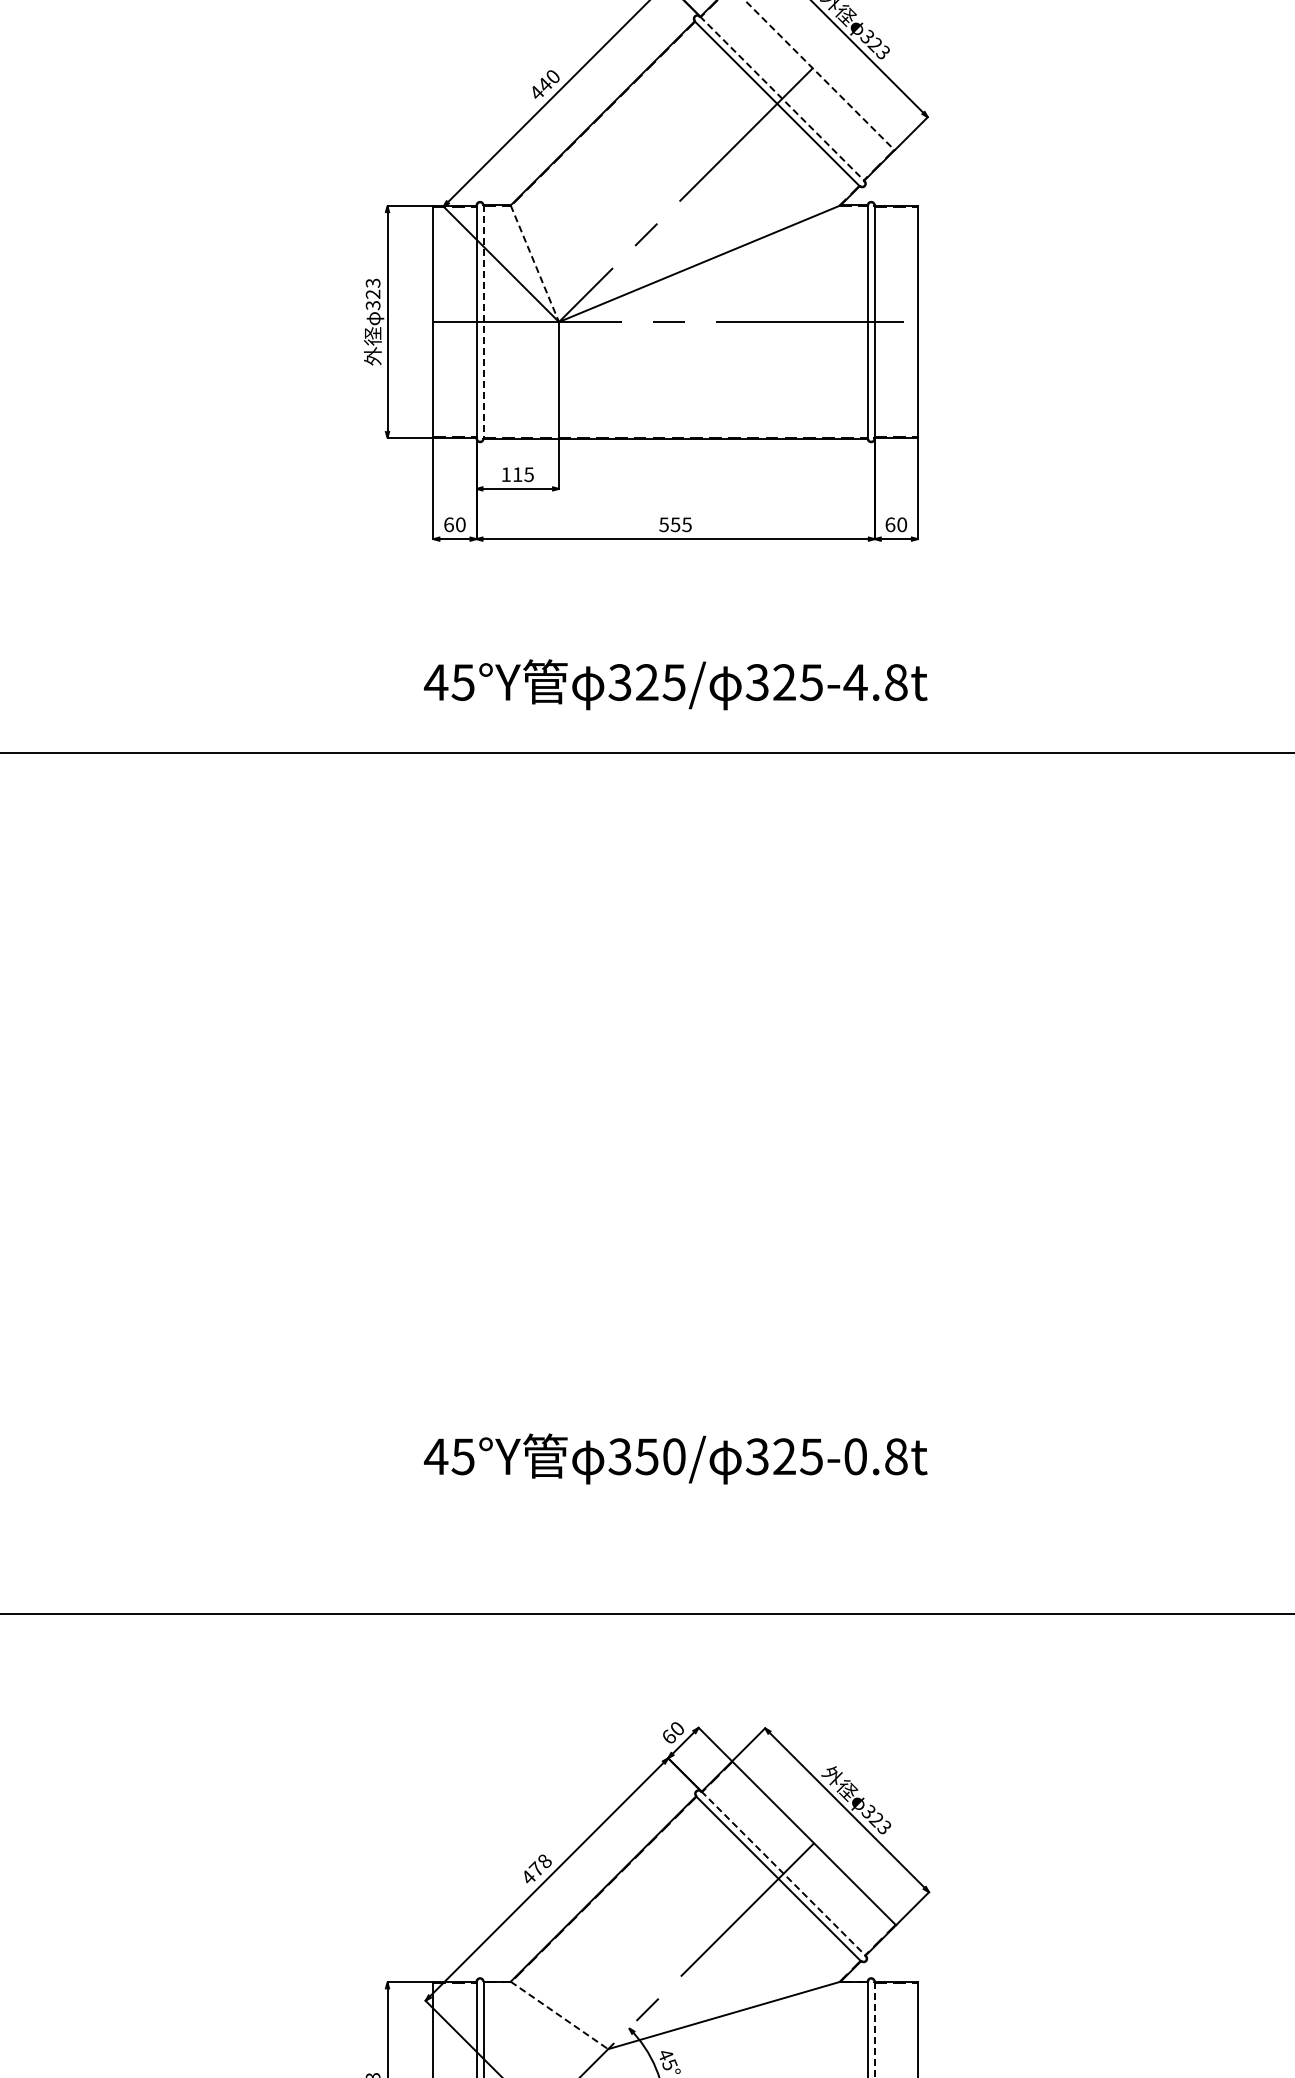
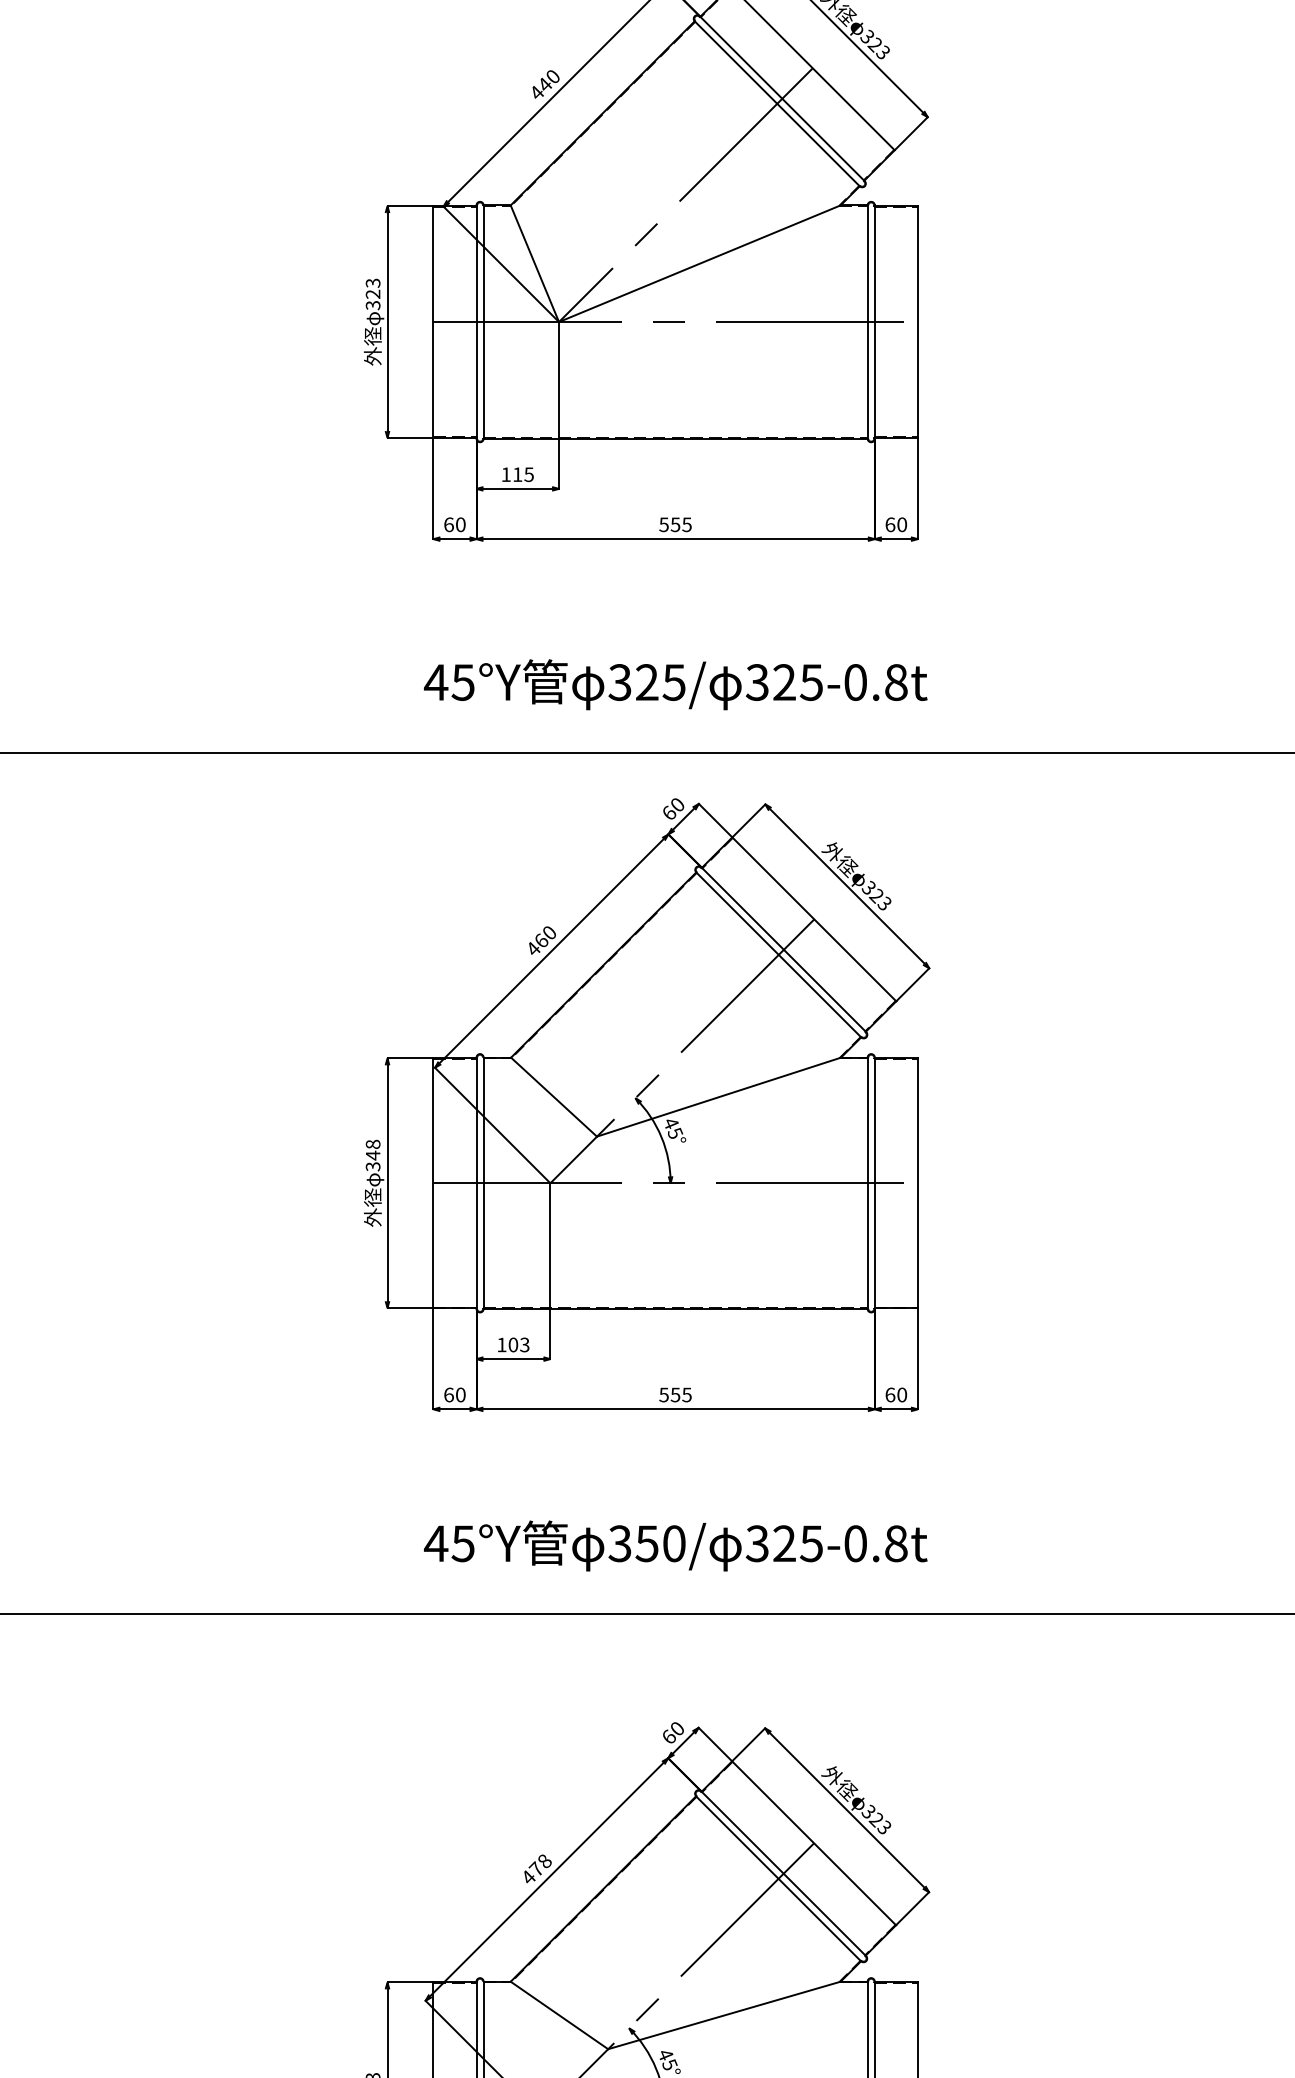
line at (819, 75): dashed -> solid
line at (782, 98): dashed -> solid
line at (535, 264): dashed -> solid
line at (483, 322): dashed -> solid
text at (855, 682): 325-4.8t -> 325-0.8t
part at (647, 1104): none -> present
text at (675, 1458) position: (675, 1458) -> (675, 1545)
line at (783, 1873): dashed -> solid
line at (559, 2015): dashed -> solid
line at (874, 2029): dashed -> solid
